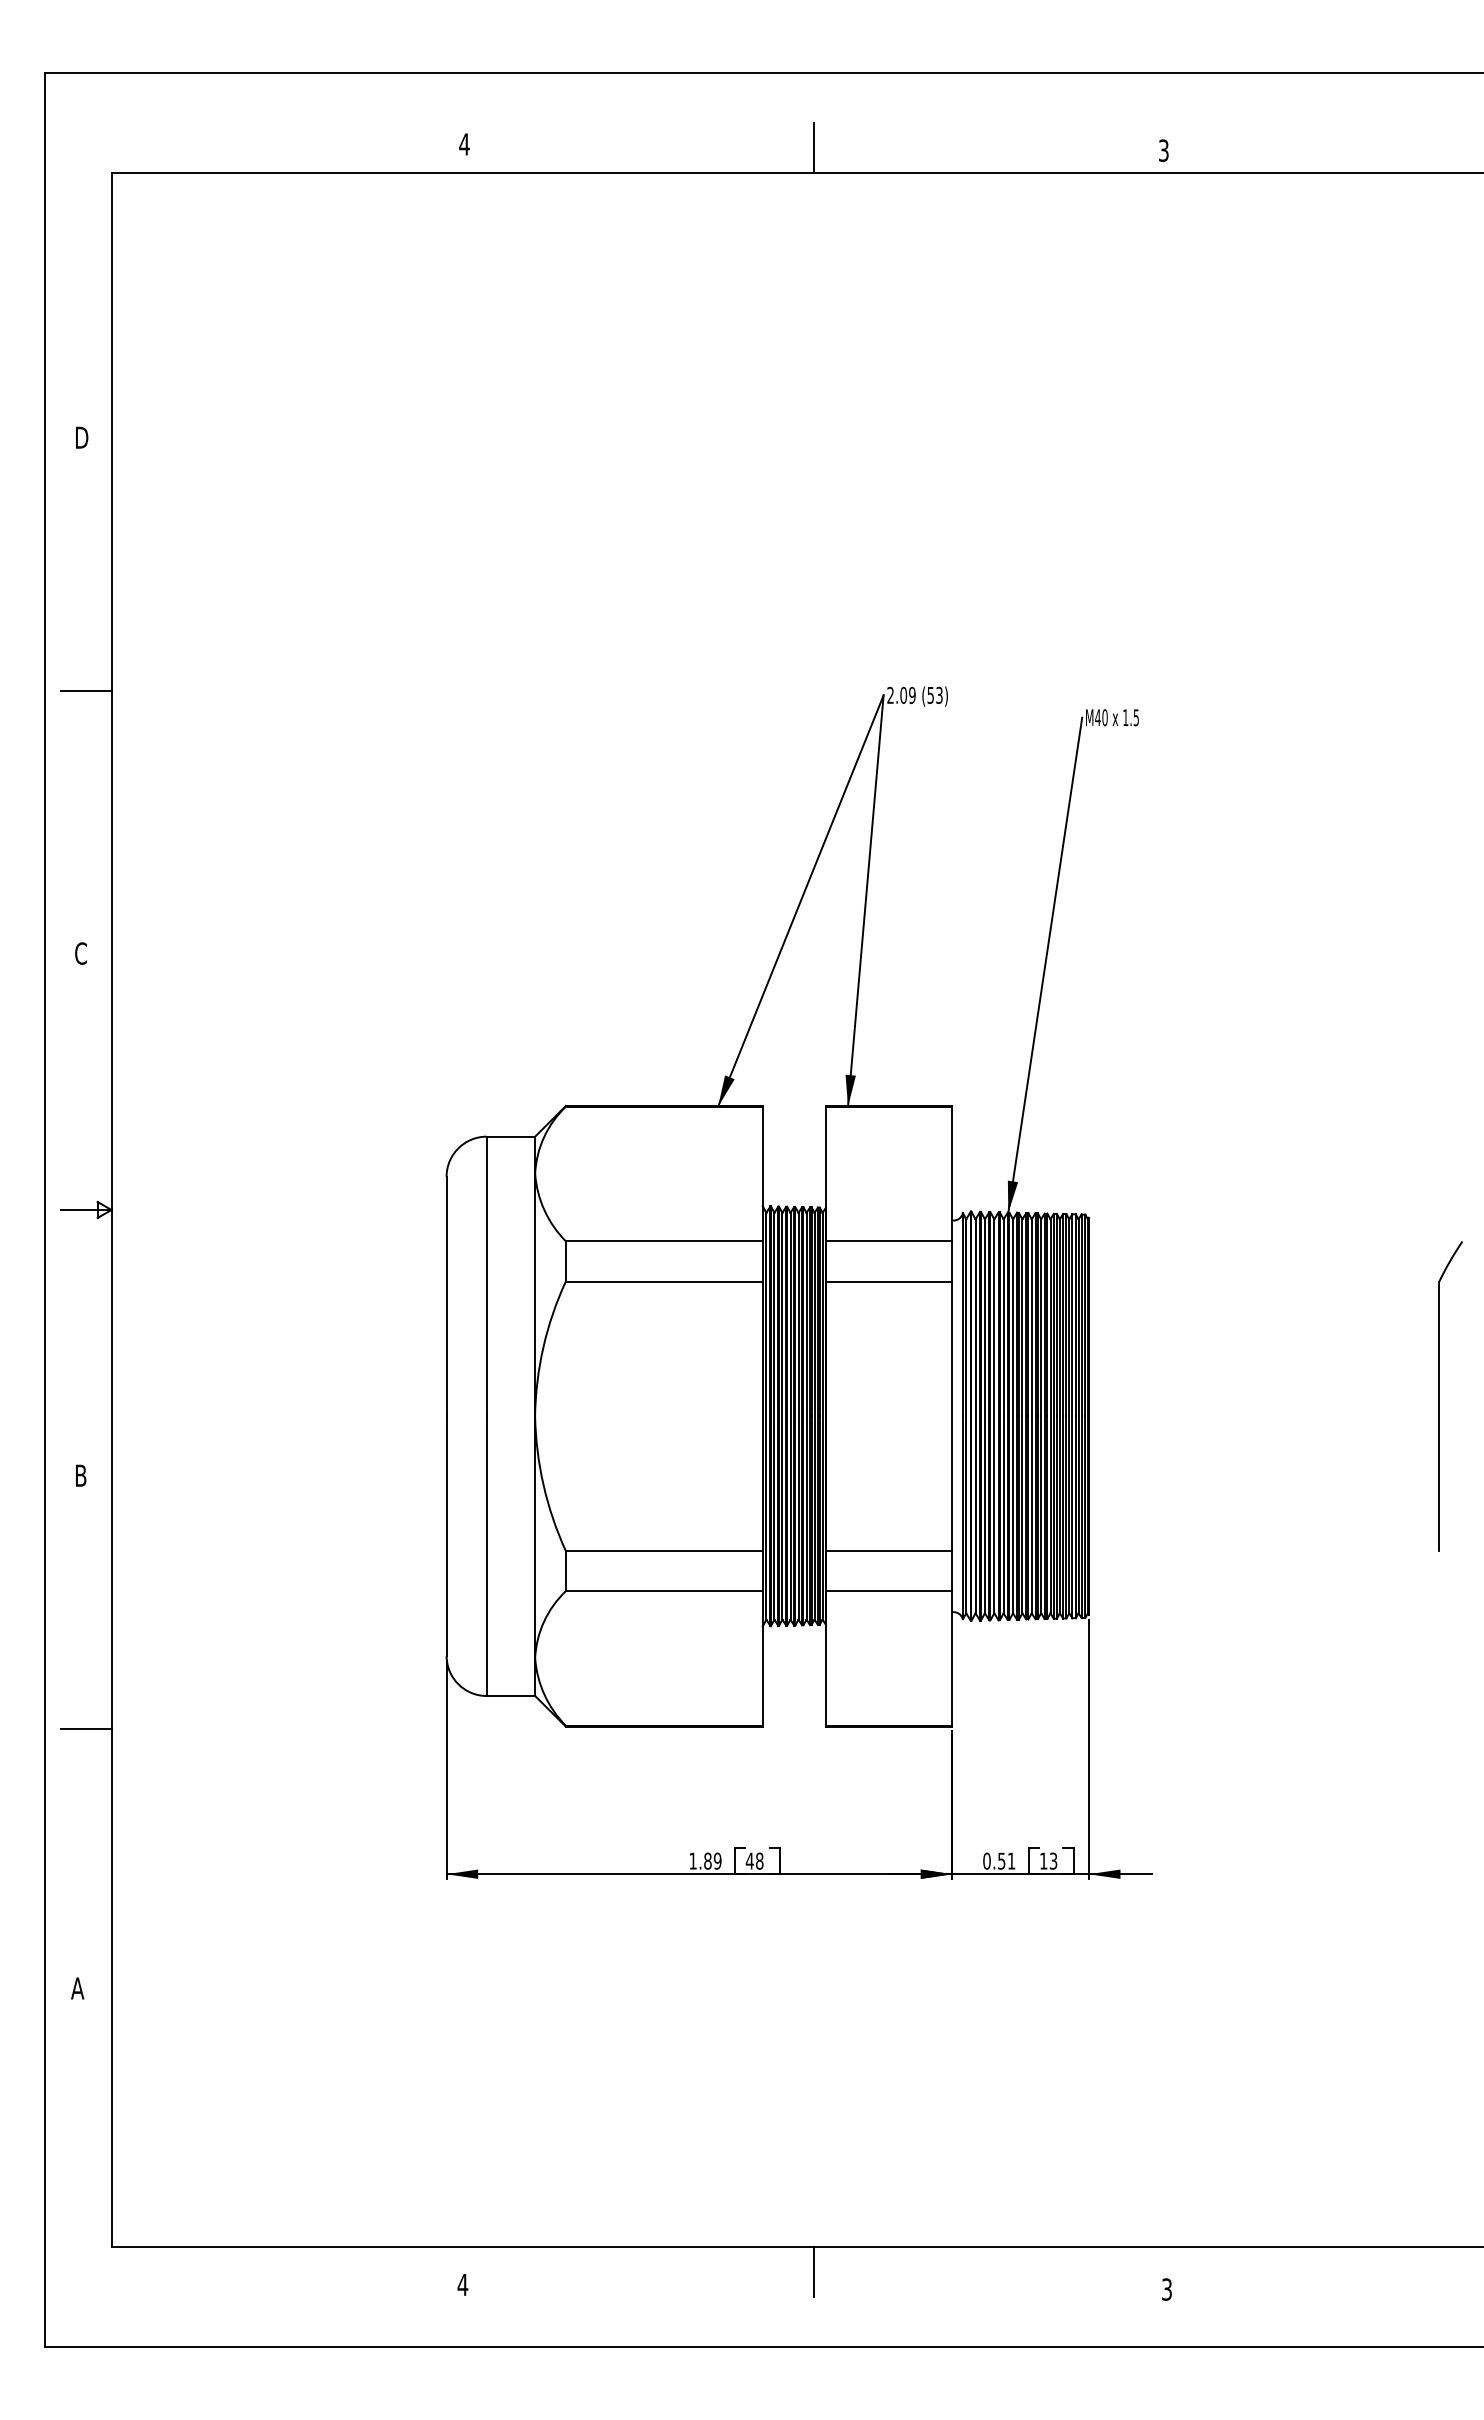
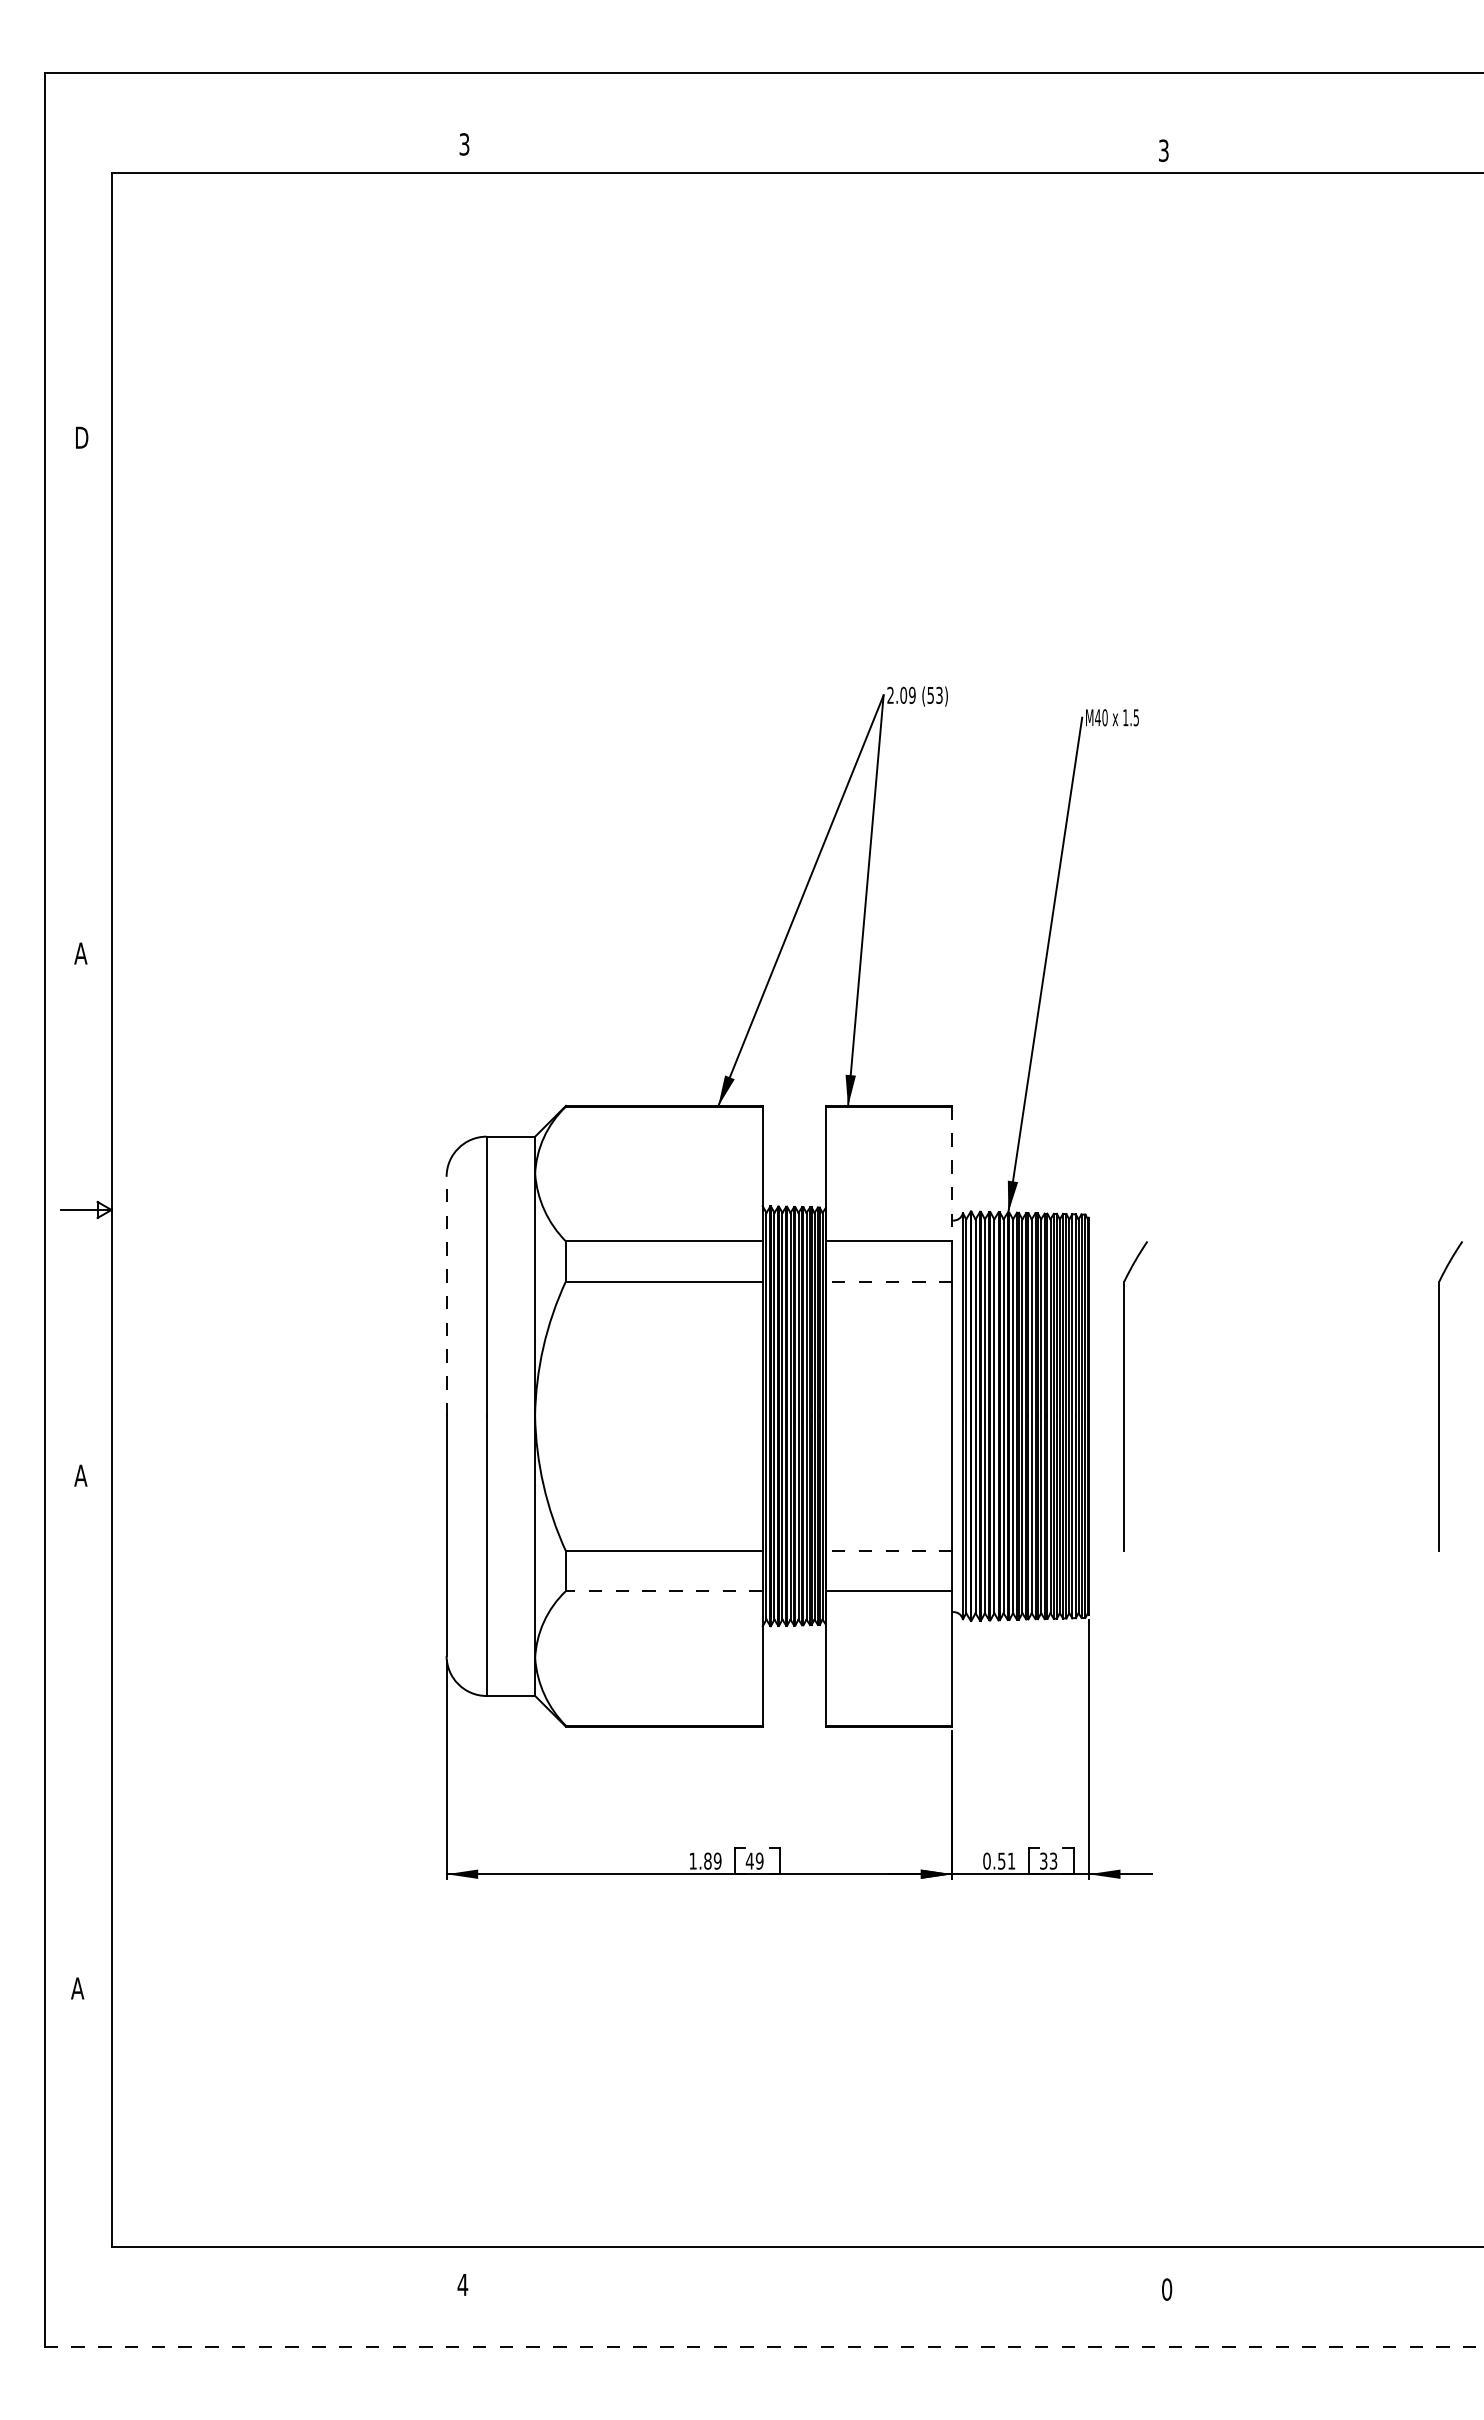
text at (464, 144): 4 -> 3
line at (814, 147): present -> none
line at (86, 691): present -> none
text at (80, 953): C -> A
line at (952, 1174): solid -> dashed
line at (888, 1281): solid -> dashed
line at (446, 1296): solid -> dashed
part at (1124, 1396): none -> present
text at (80, 1475): B -> A
line at (888, 1551): solid -> dashed
line at (663, 1591): solid -> dashed
line at (86, 1728): present -> none
text at (759, 1860): 48 -> 49
text at (1043, 1860): 13 -> 33
line at (814, 2272): present -> none
text at (1167, 2289): 3 -> 0
line at (764, 2347): solid -> dashed
